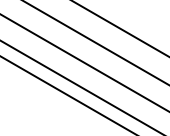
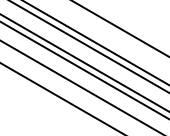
line at (88, 46): none -> present
line at (84, 69): none -> present
line at (67, 94) position: (67, 94) -> (61, 98)
